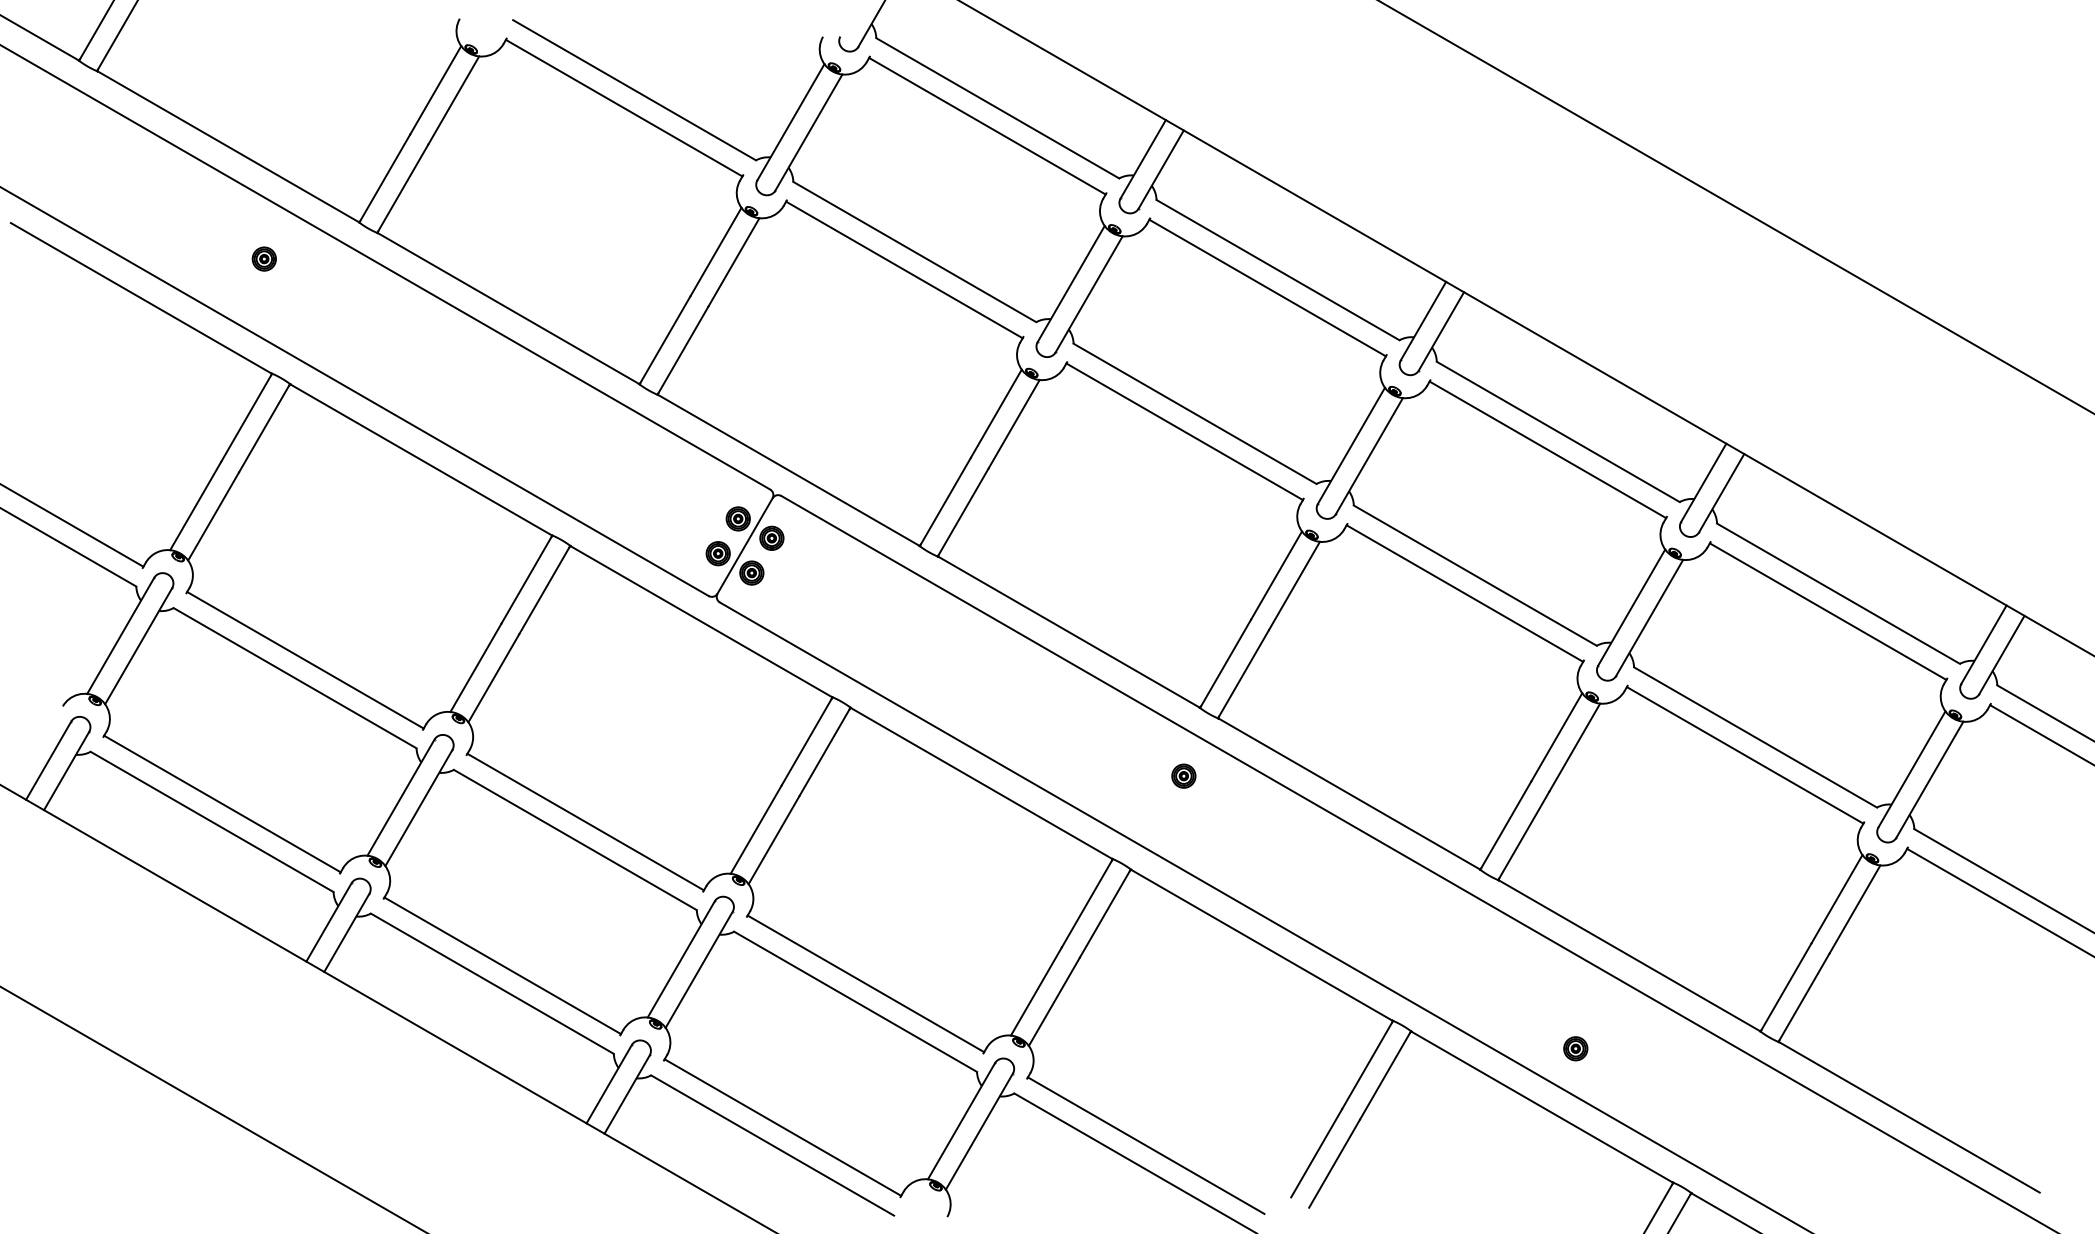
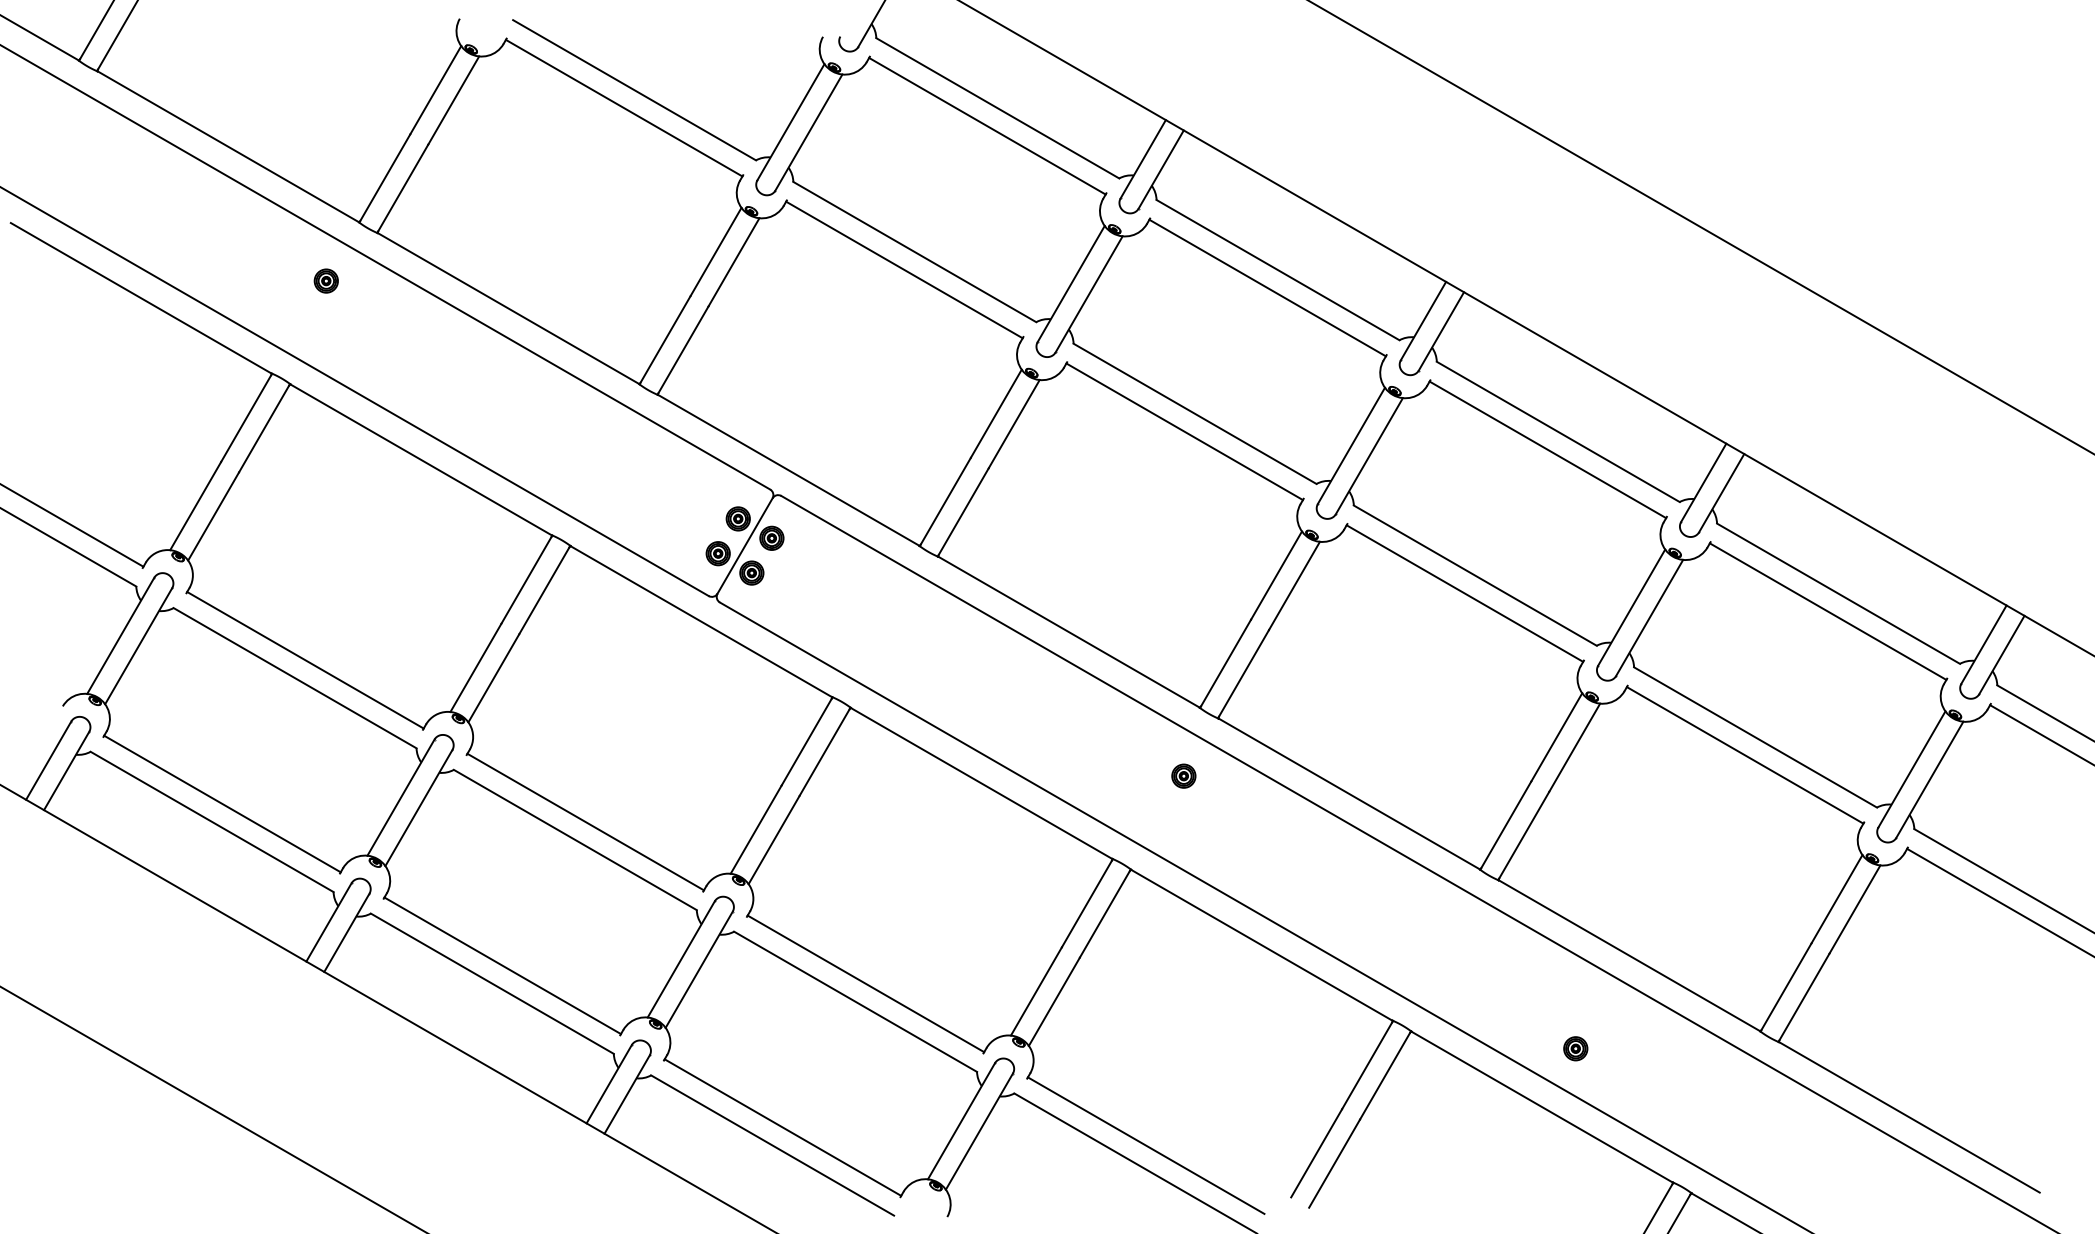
line at (1736, 207) position: (1736, 207) -> (1701, 227)
part at (263, 258) position: (263, 258) -> (325, 280)
